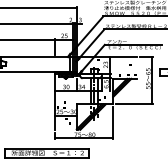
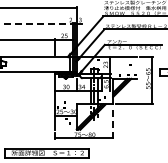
line at (37, 23): solid -> dashed
line at (113, 123): solid -> dashed
